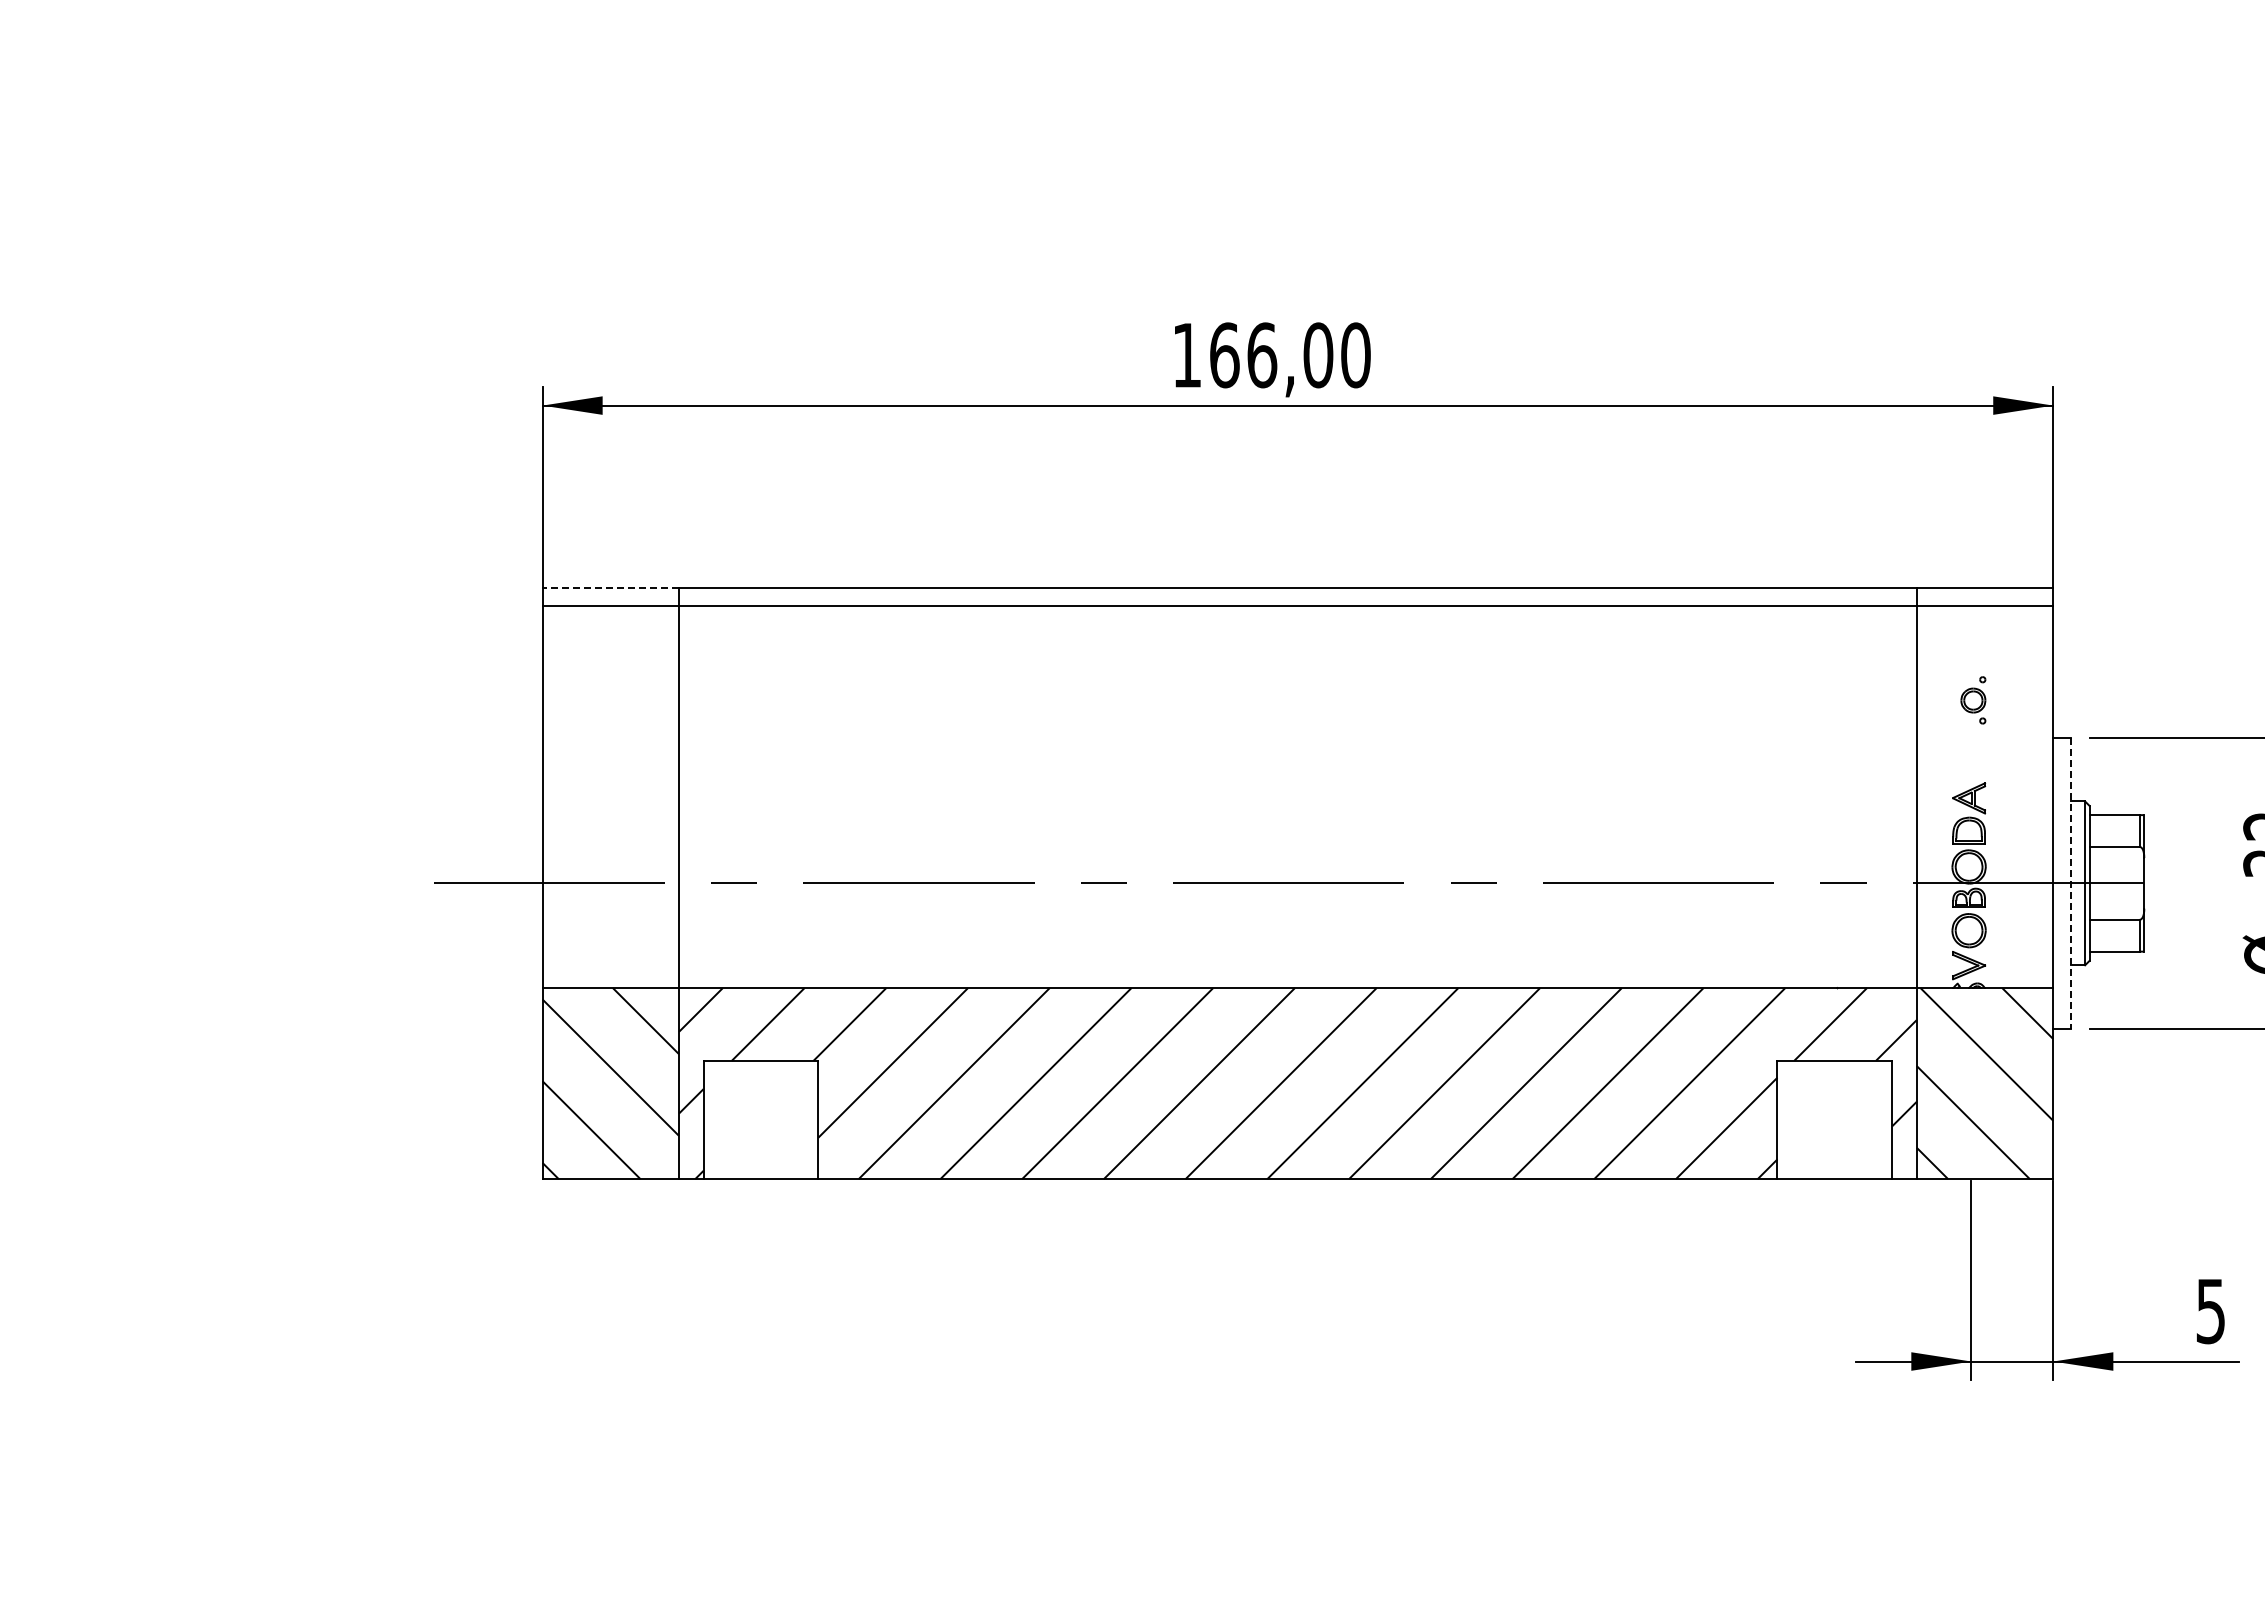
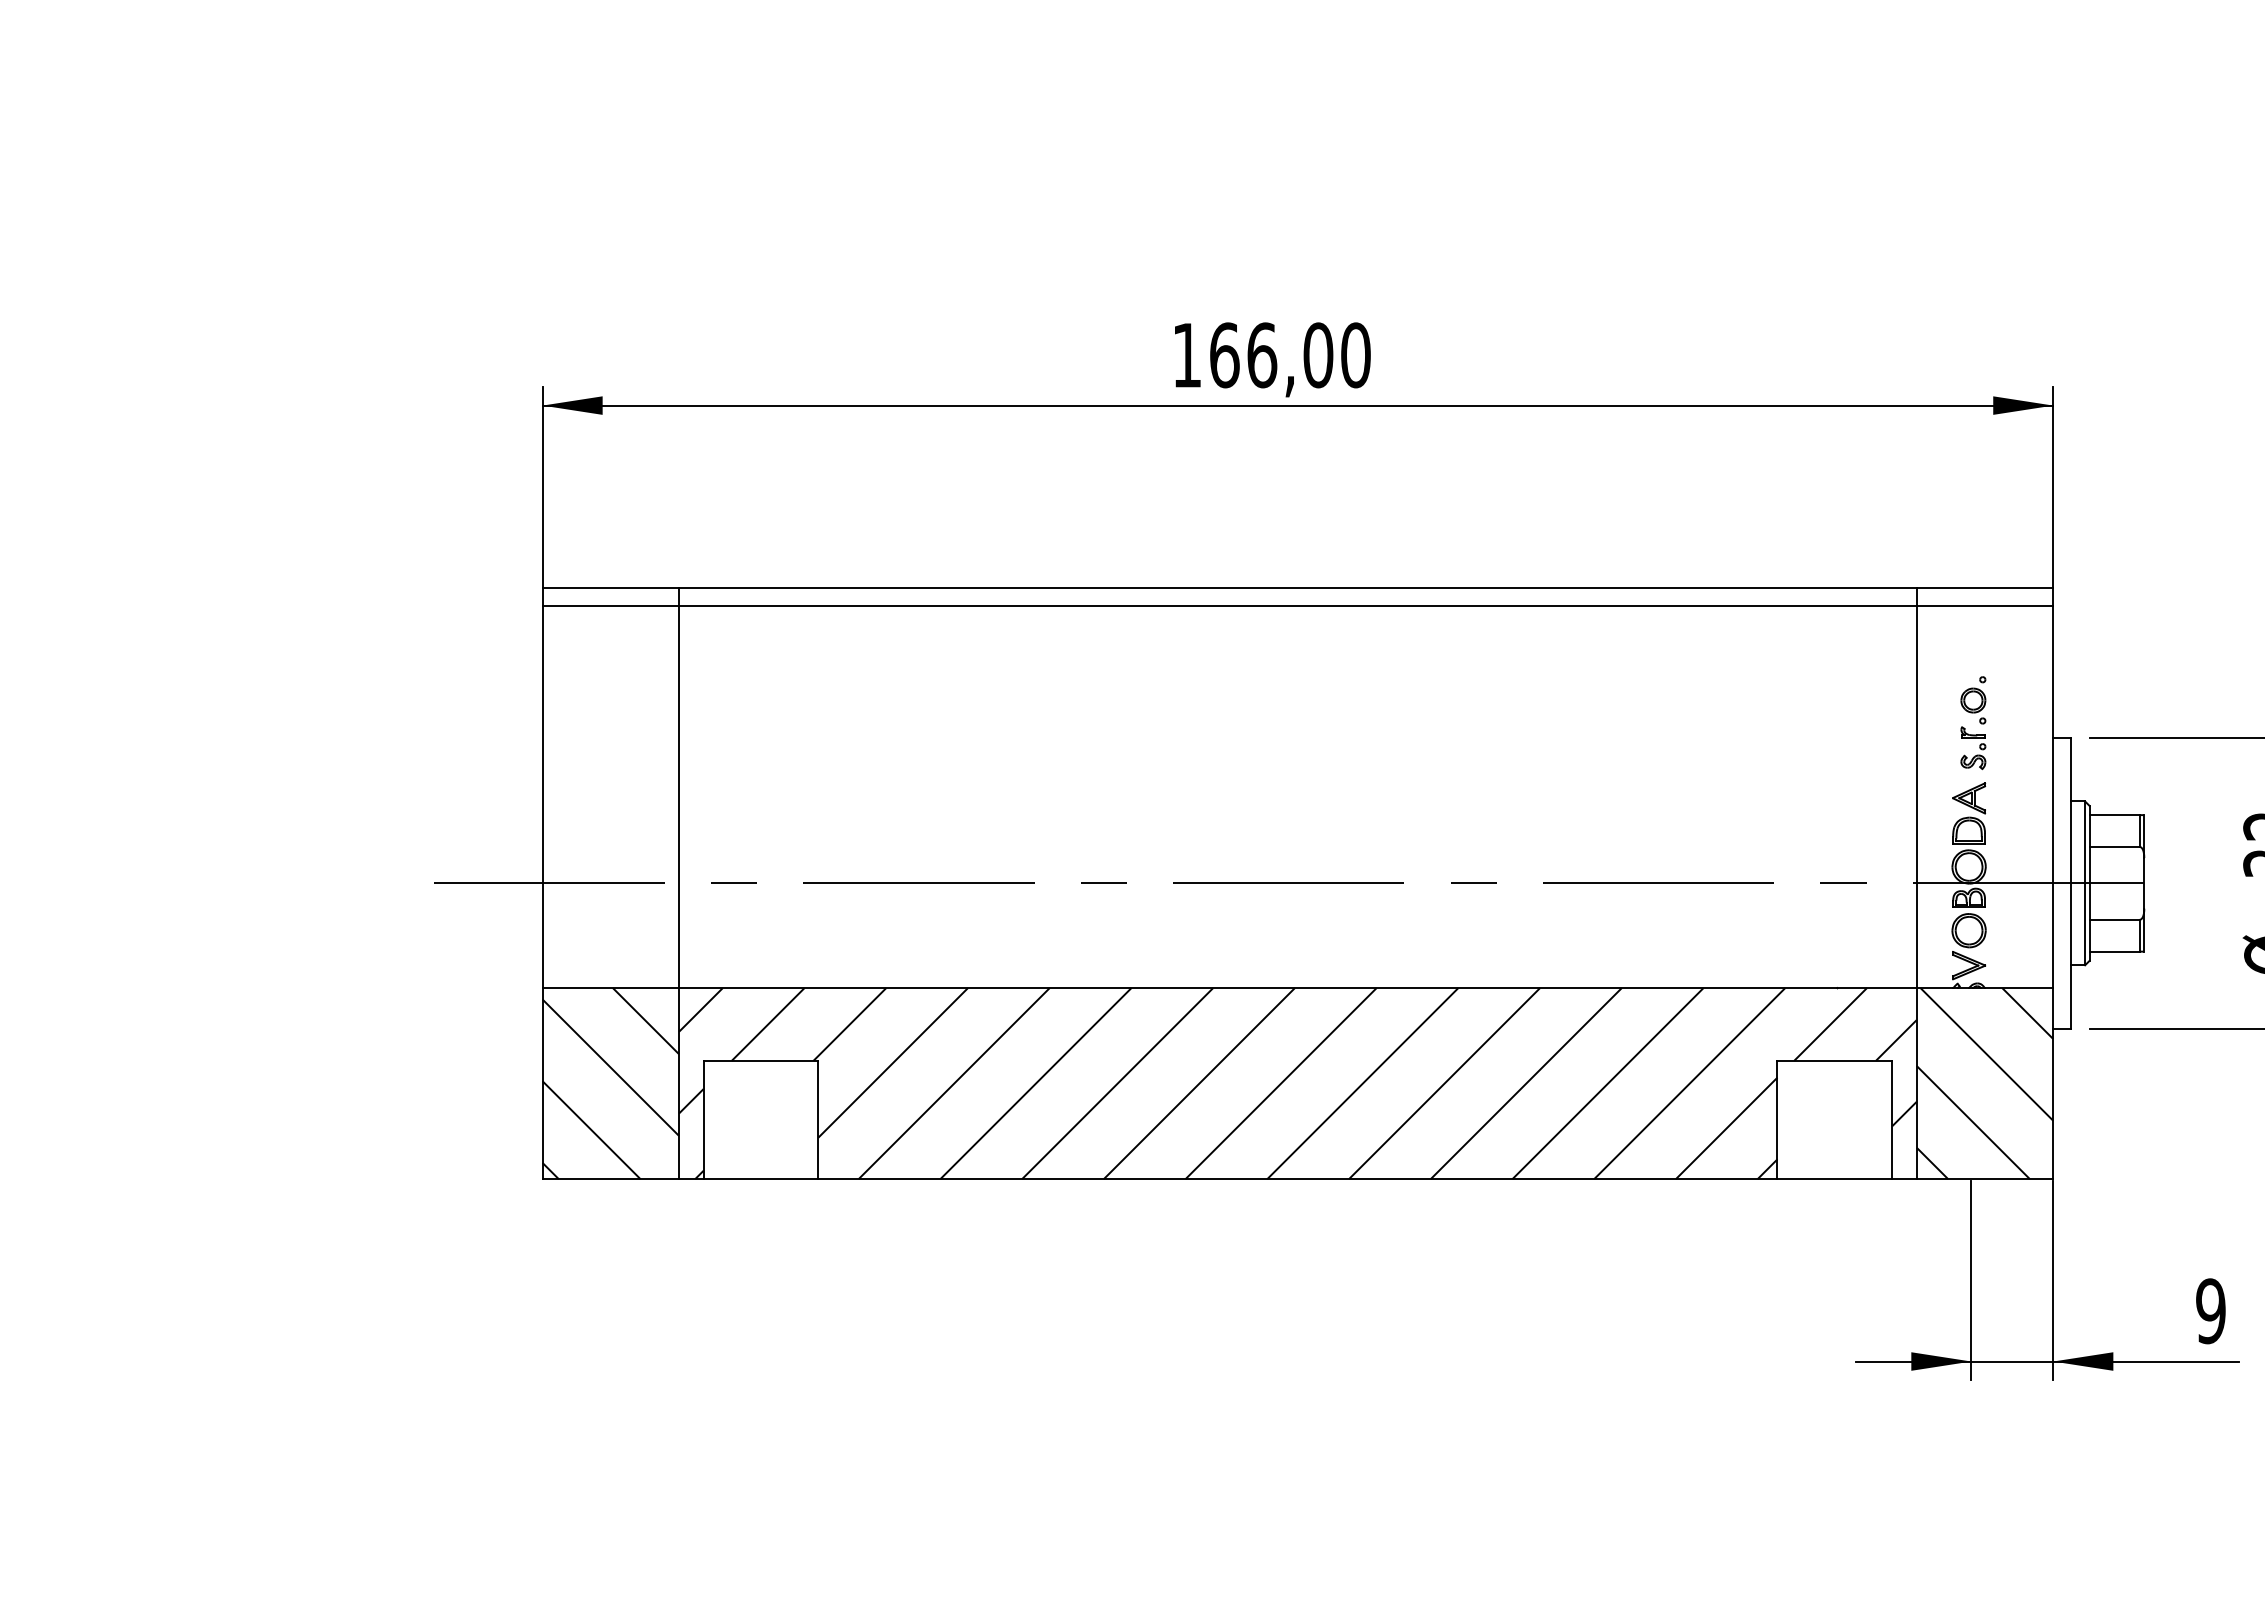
line at (610, 587): dashed -> solid
part at (1973, 747): none -> present
line at (2071, 883): dashed -> solid
text at (2210, 1311): 5 -> 9
